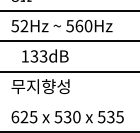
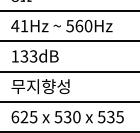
text at (19, 25): 52Hz -> 41Hz
text at (45, 55) position: (45, 55) -> (35, 55)
line at (69, 101): none -> present
